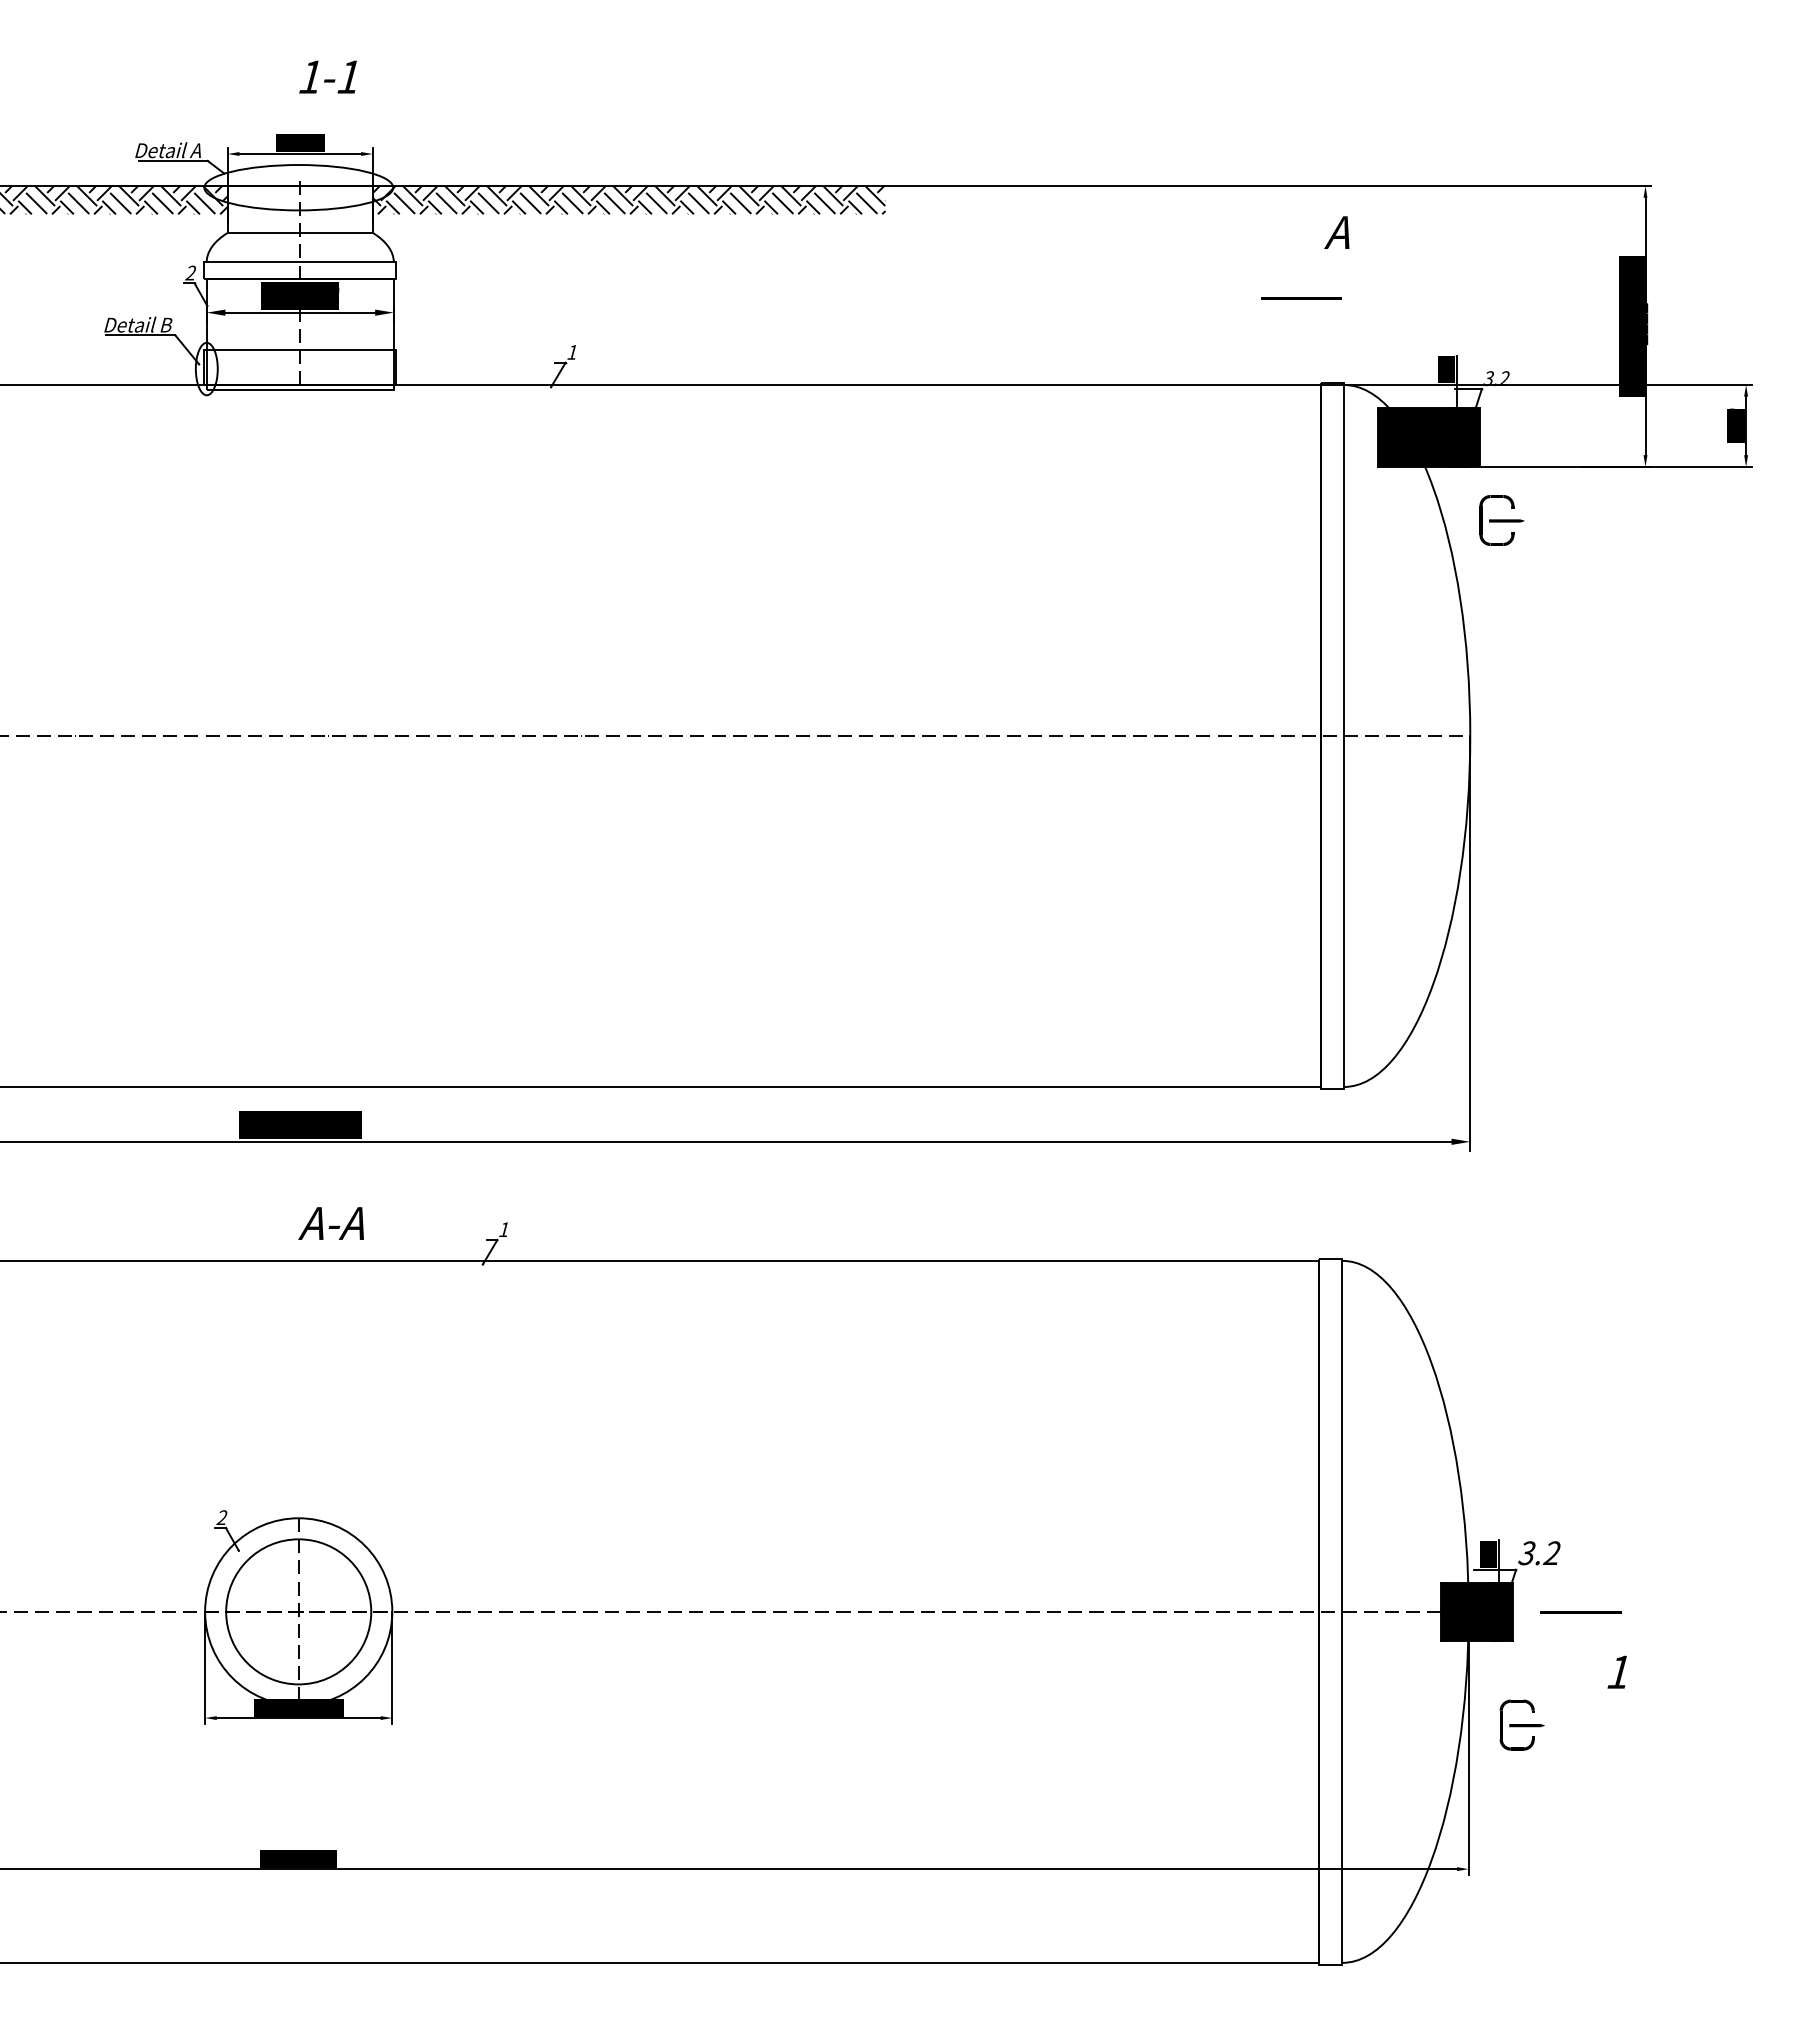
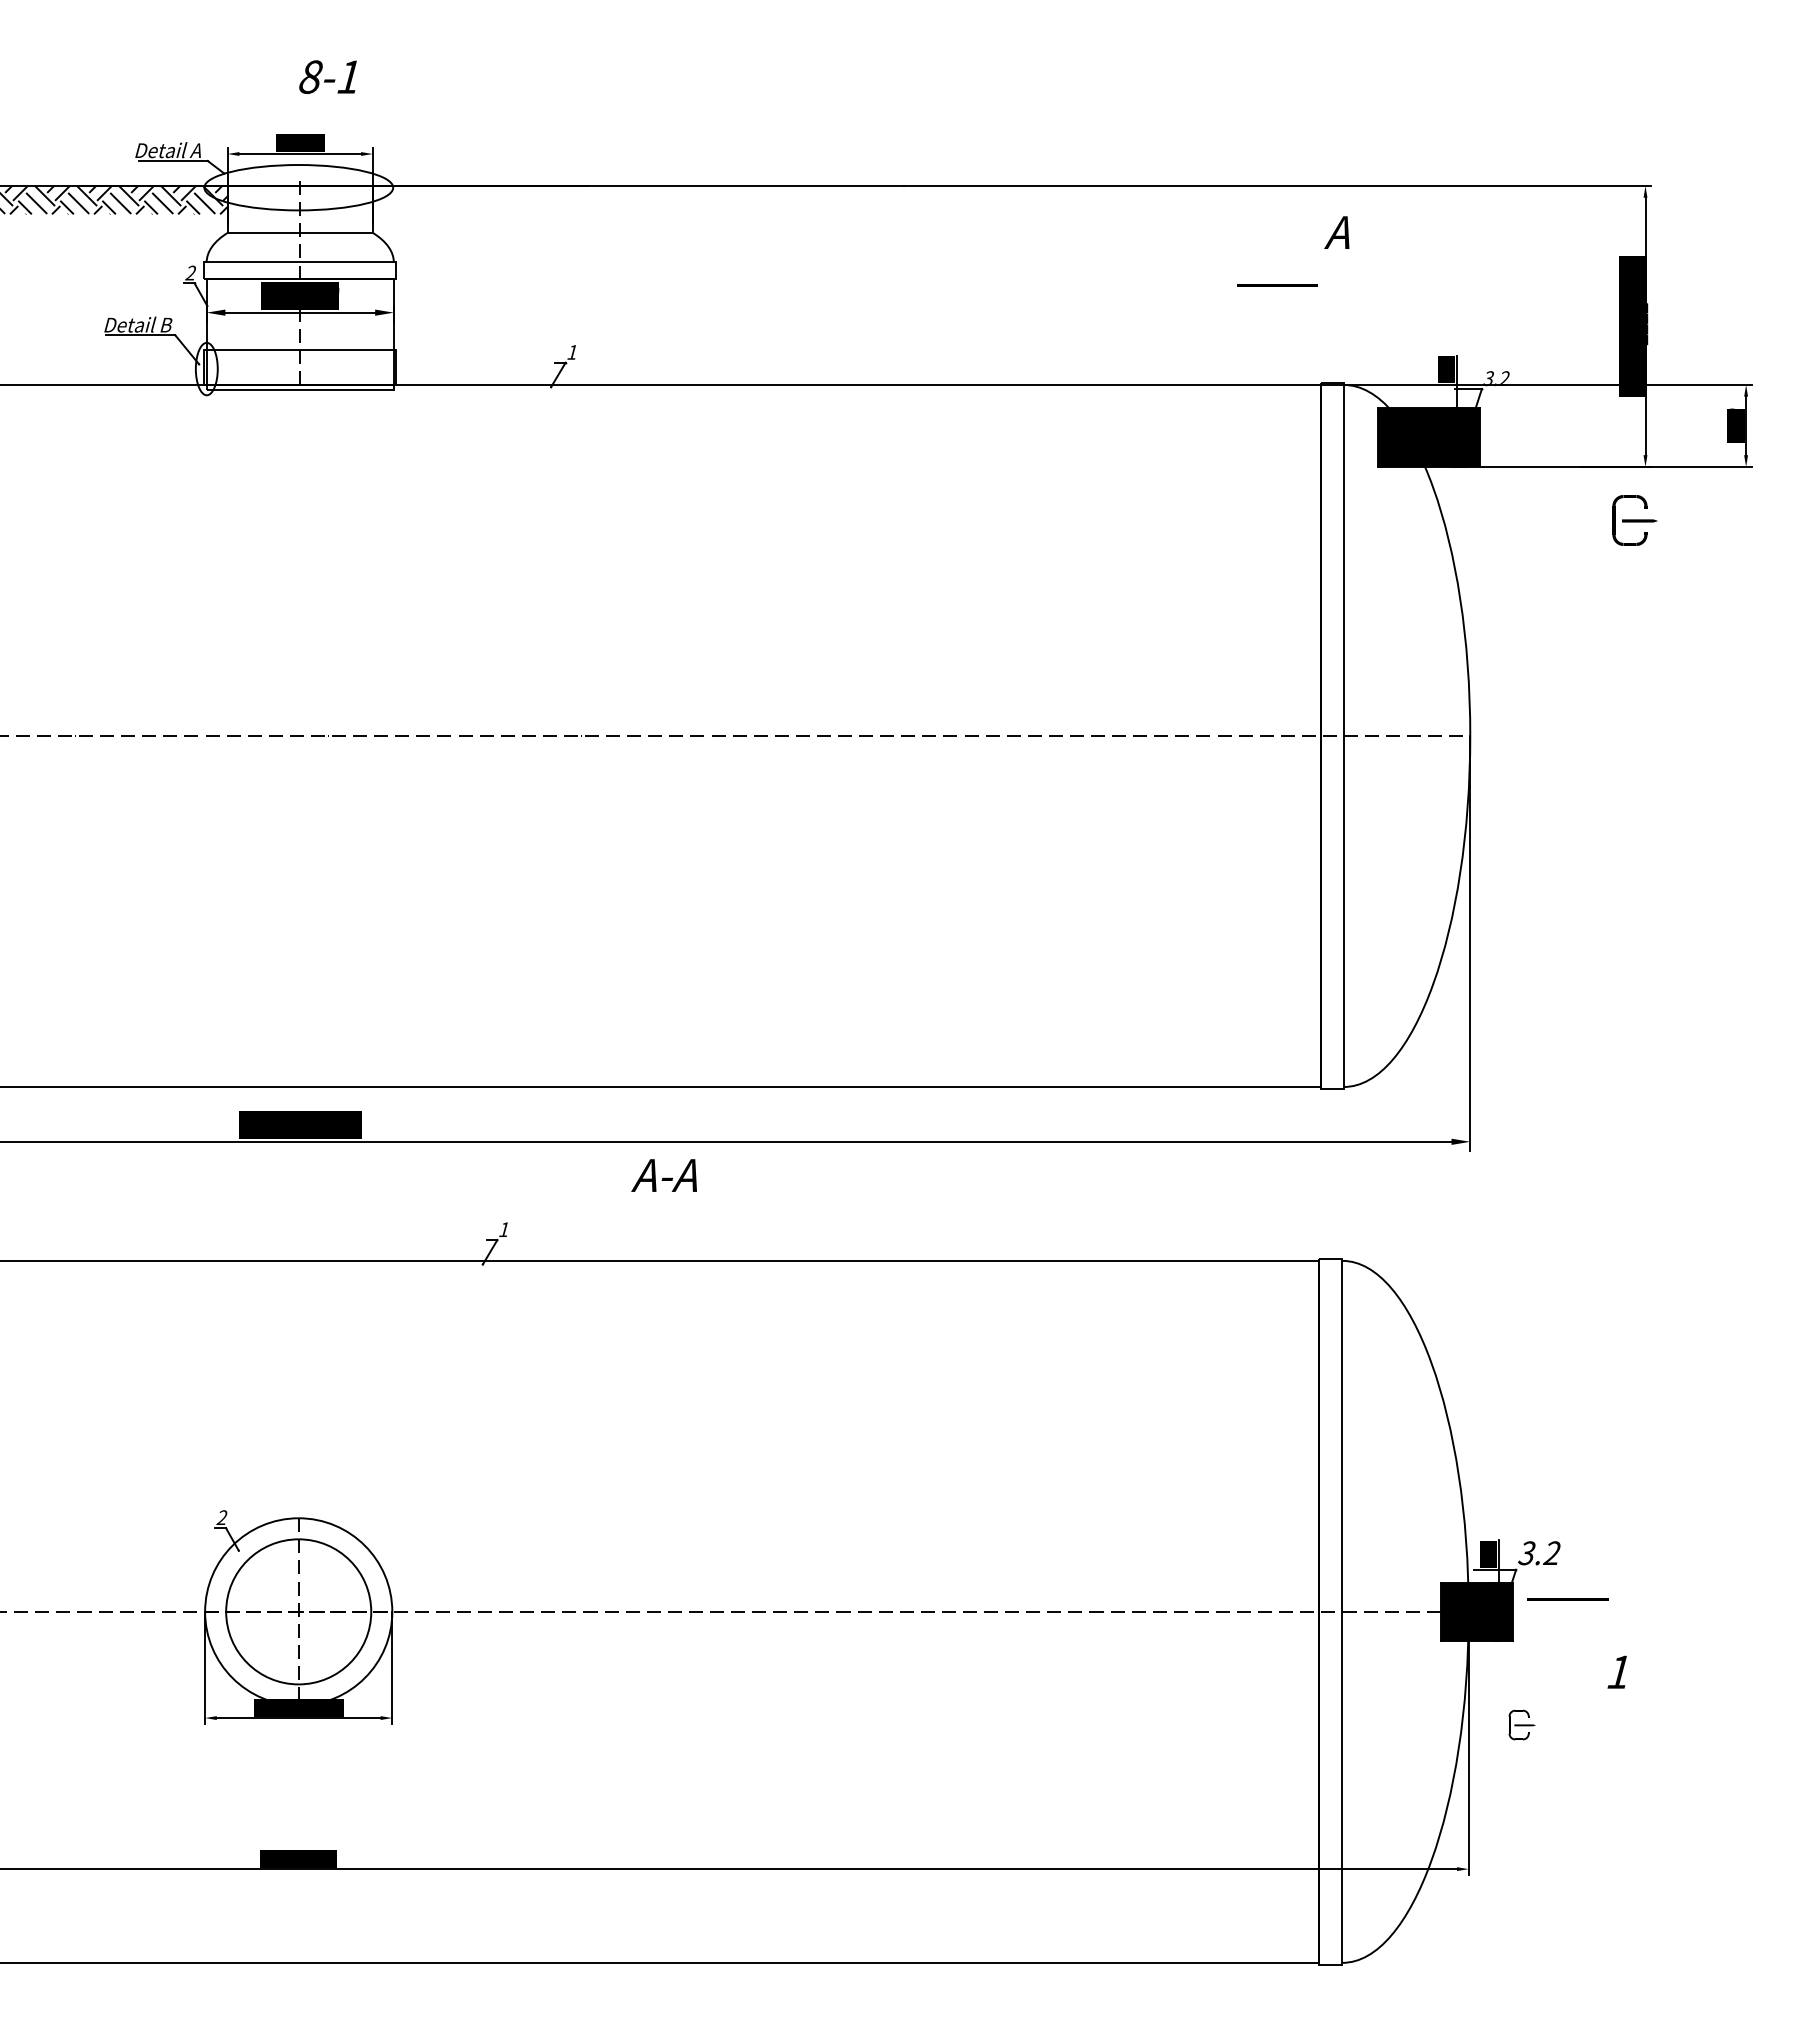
text at (310, 76): 1-1 -> 8-1
hatch at (629, 200): present -> none
line at (1301, 298) position: (1301, 298) -> (1277, 285)
part at (1501, 520) position: (1501, 520) -> (1634, 520)
text at (330, 1223) position: (330, 1223) -> (663, 1175)
line at (1580, 1612) position: (1580, 1612) -> (1567, 1599)
part at (1521, 1724) size: 46x52 px -> 28x32 px
